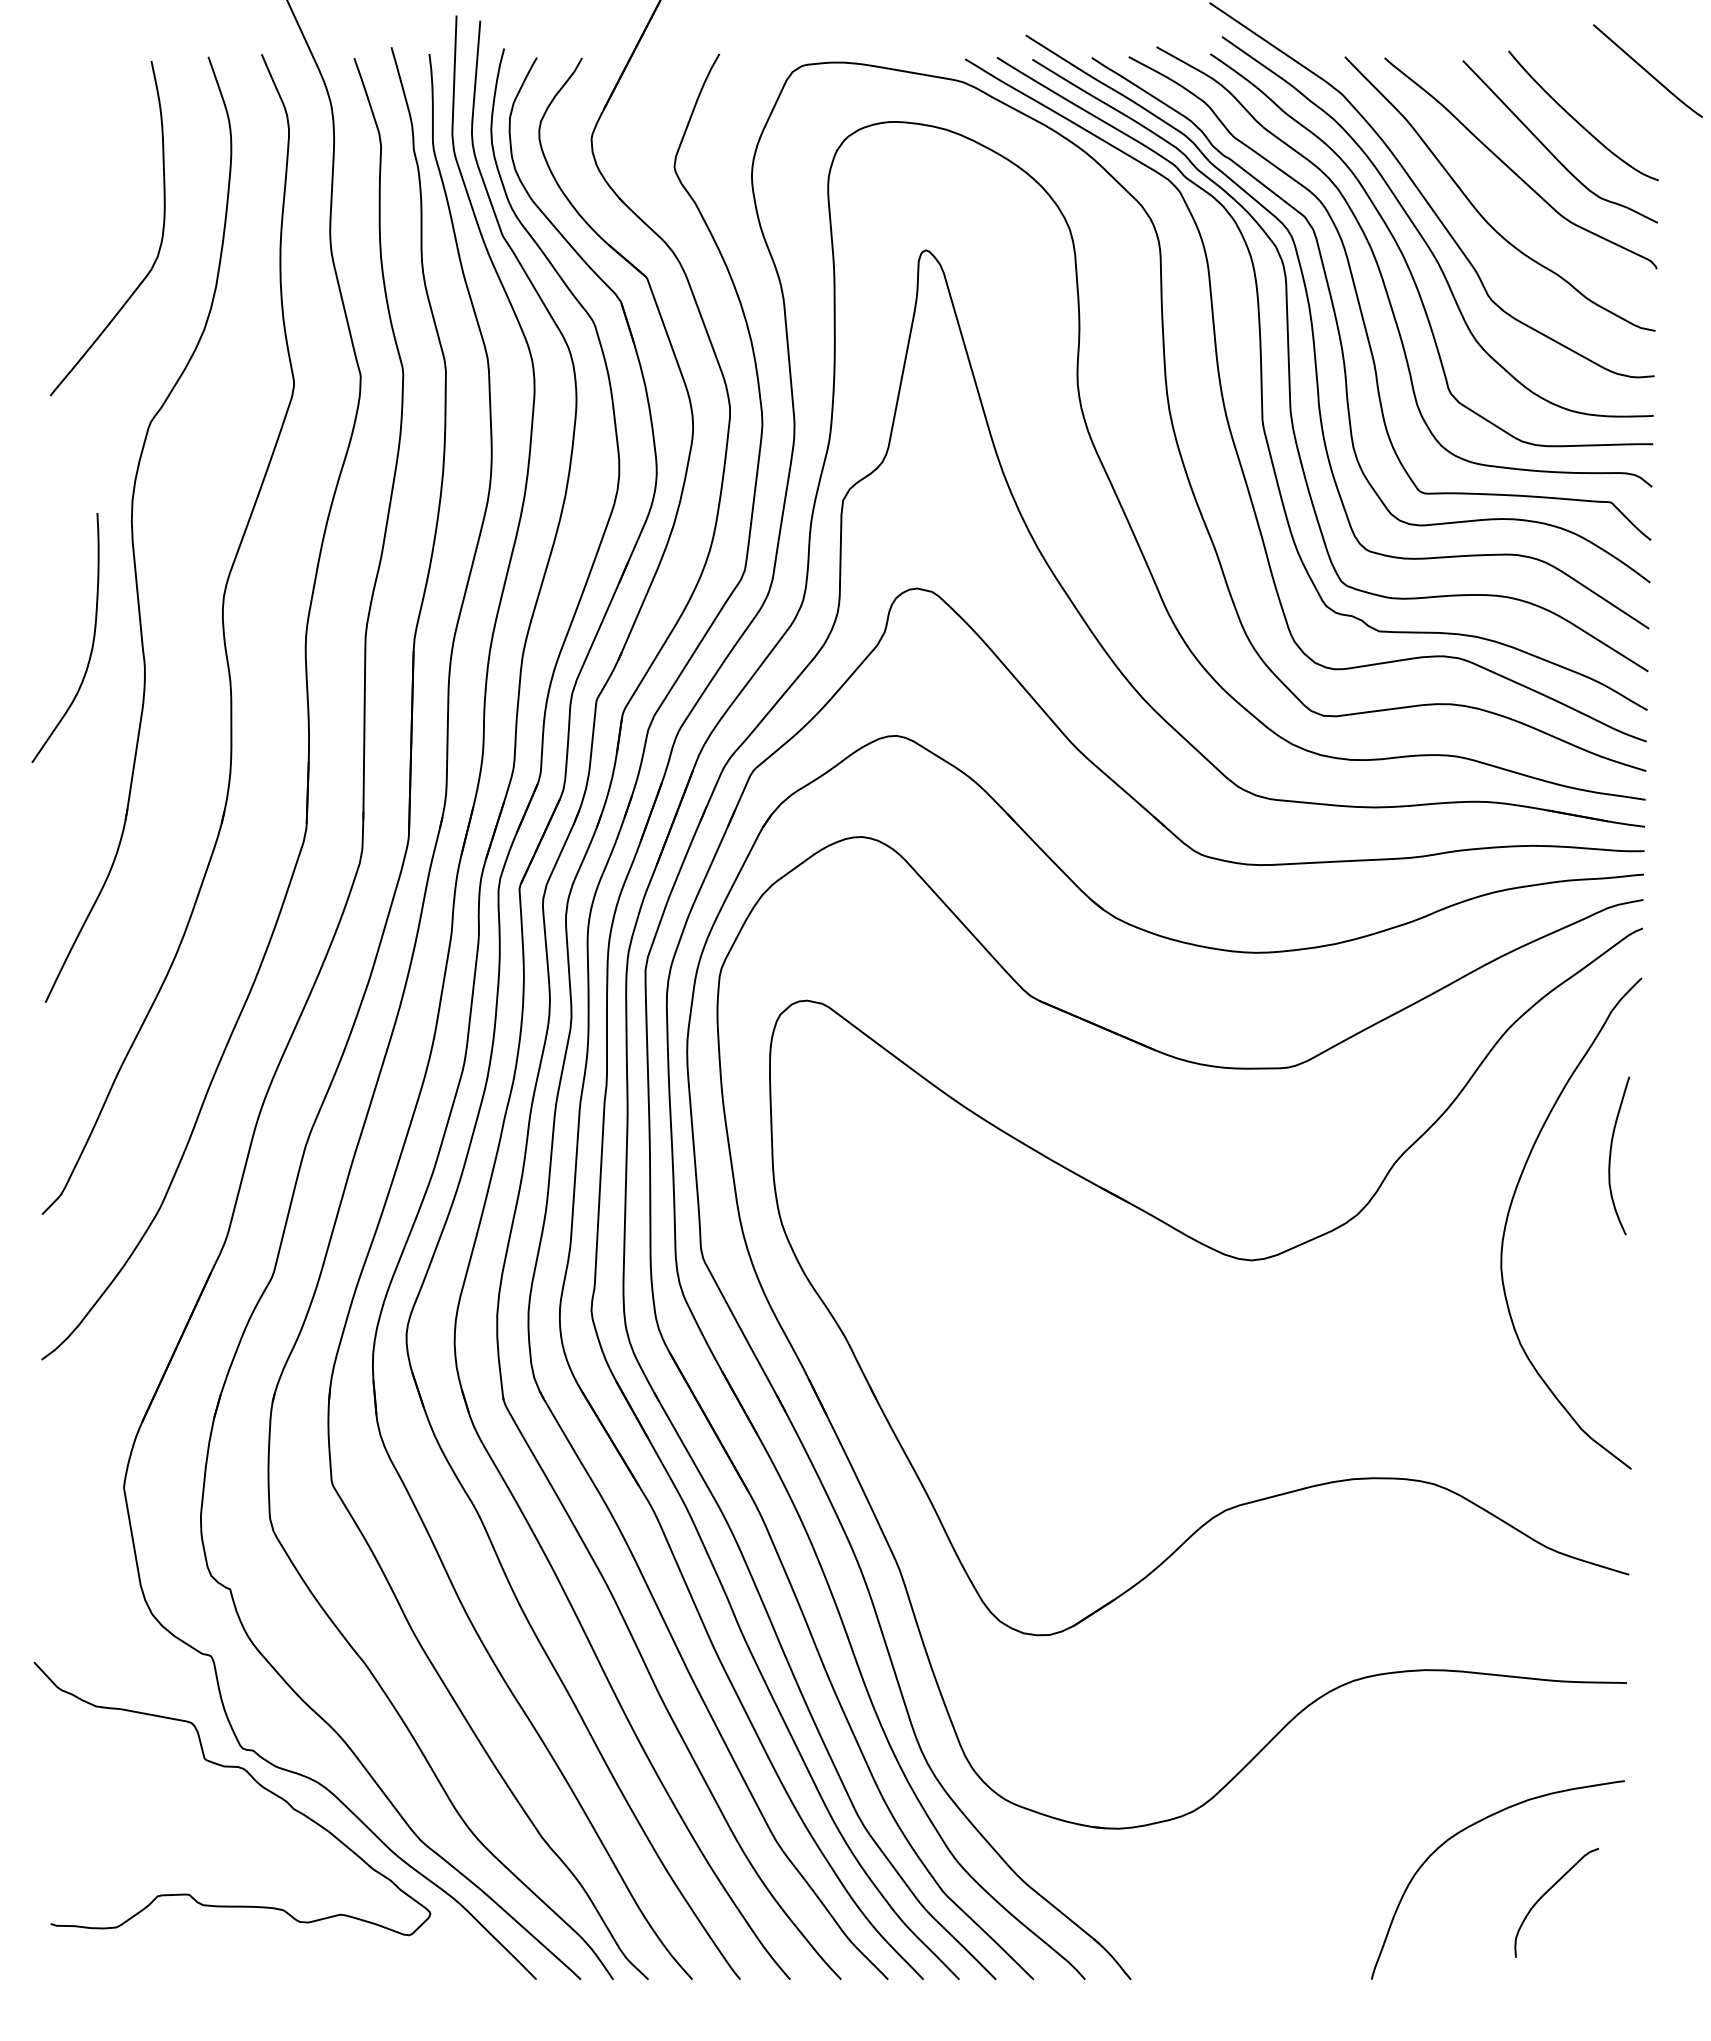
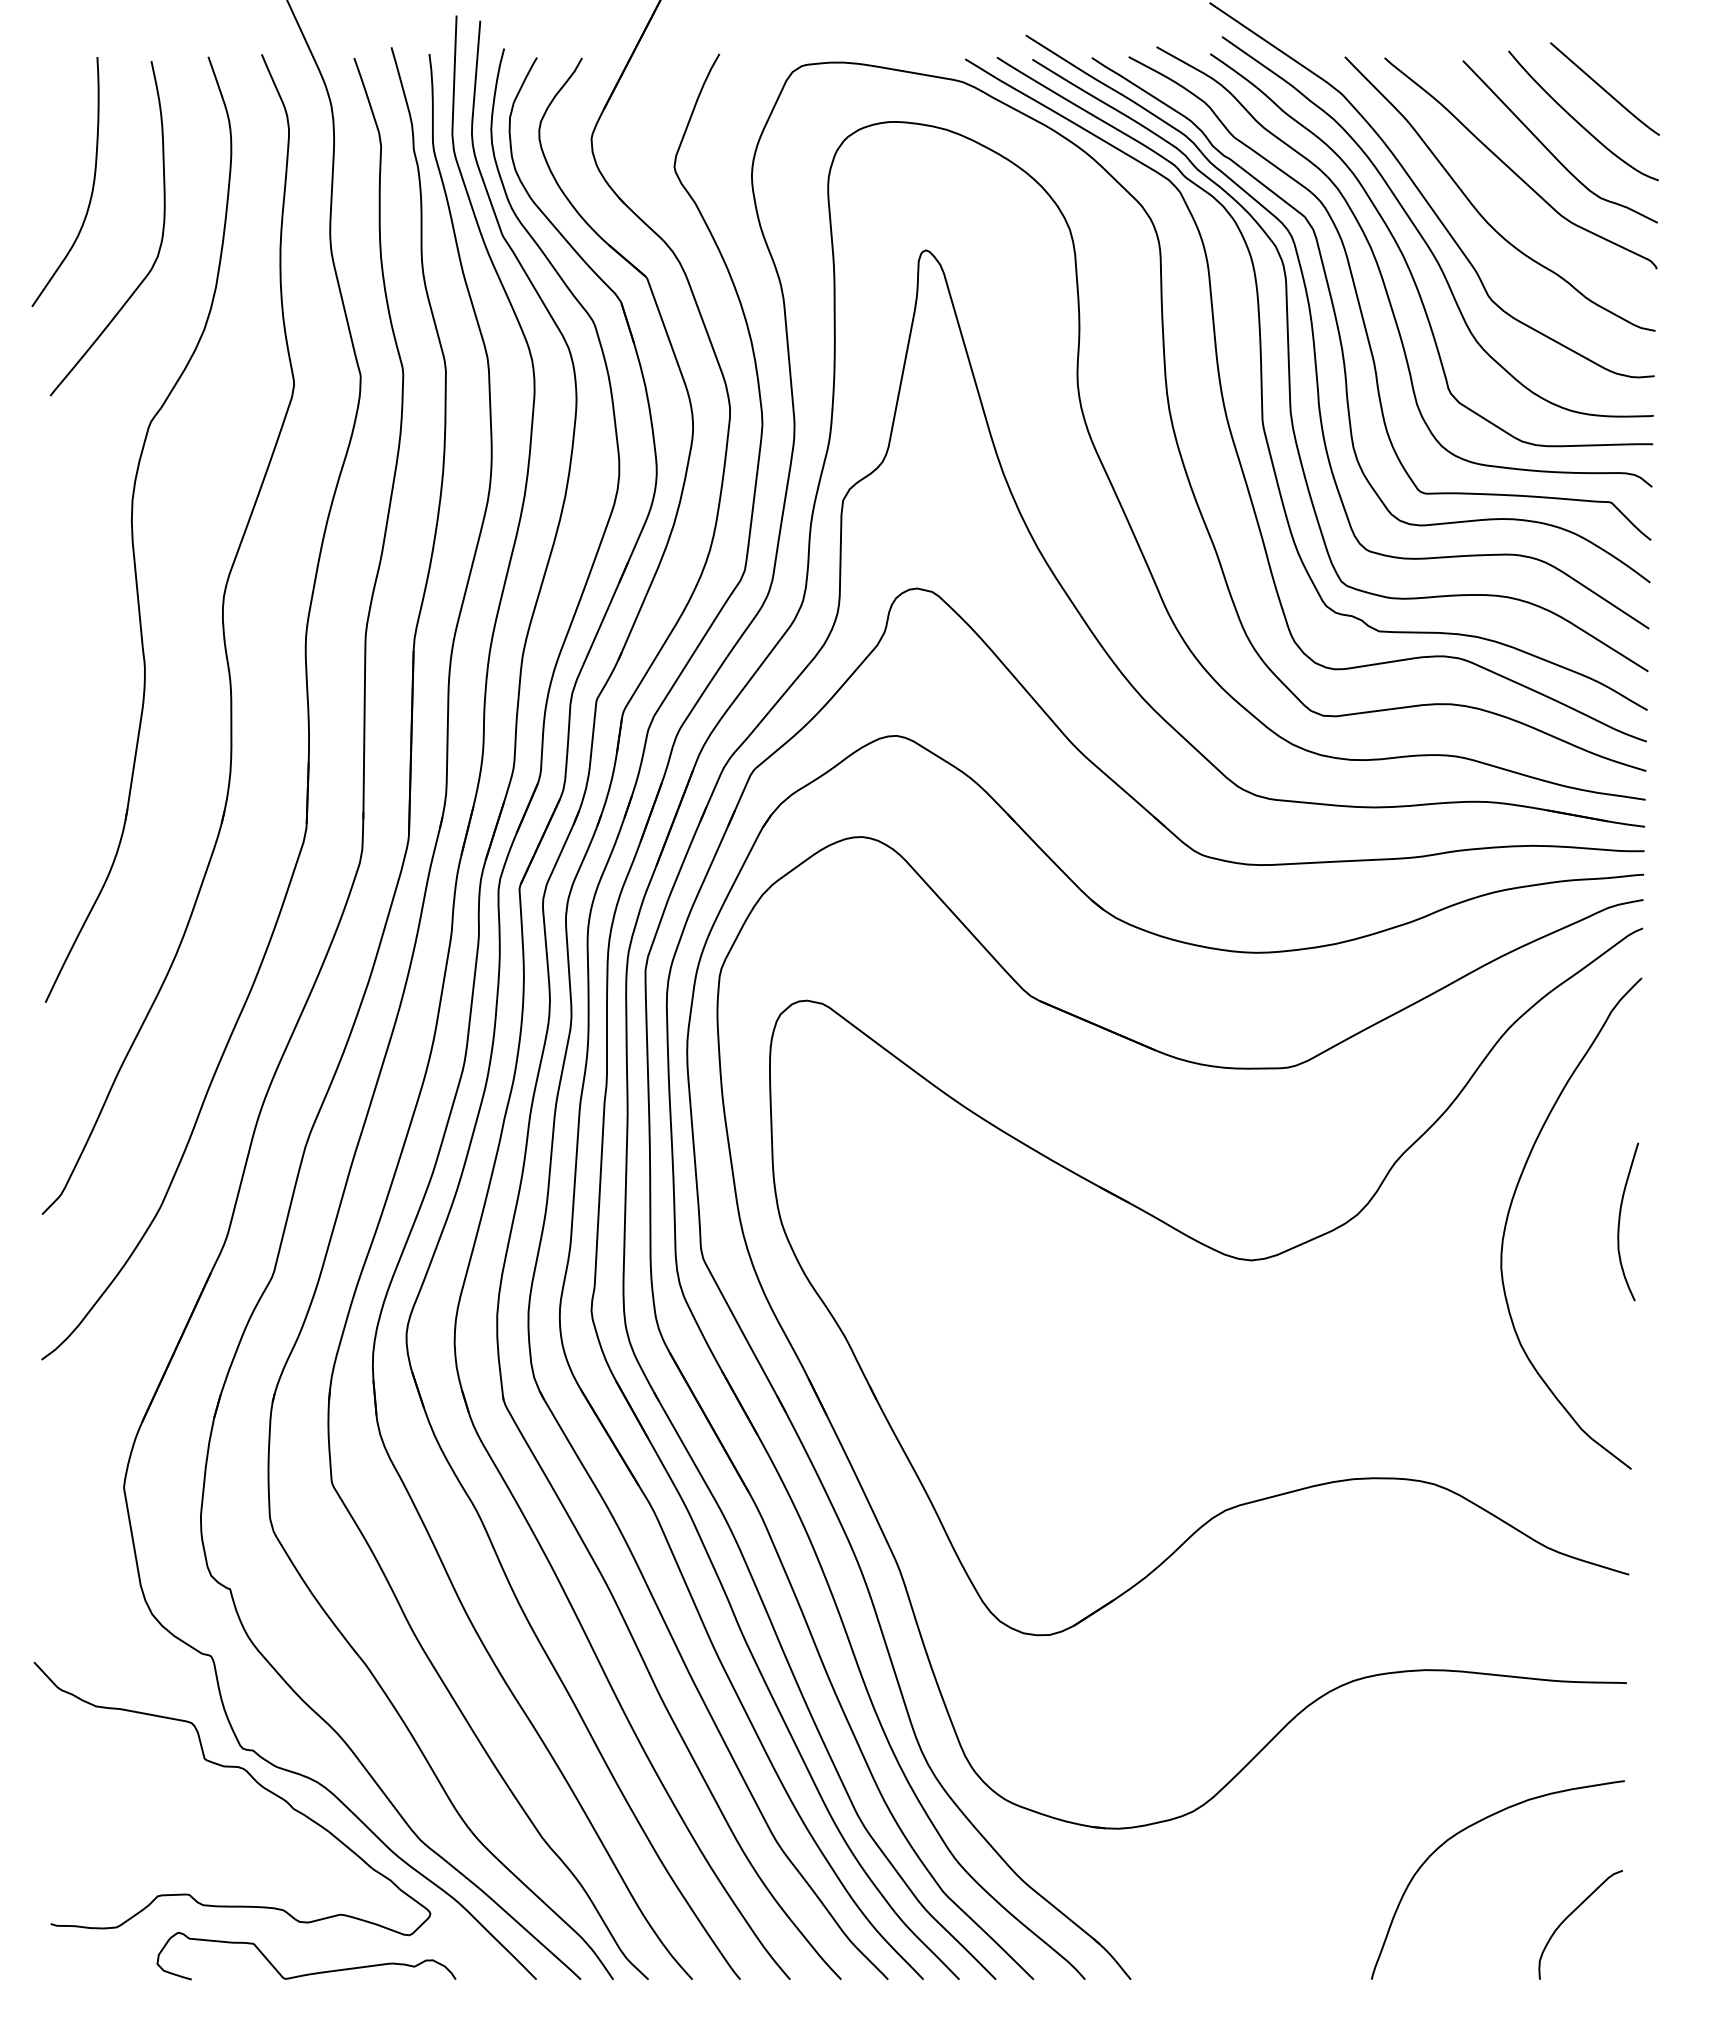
curve at (1647, 70) position: (1647, 70) -> (1604, 88)
curve at (92, 640) position: (92, 640) -> (92, 184)
curve at (1611, 1155) position: (1611, 1155) -> (1620, 1221)
curve at (1547, 1892) position: (1547, 1892) -> (1571, 1914)
curve at (307, 1973): none -> present
